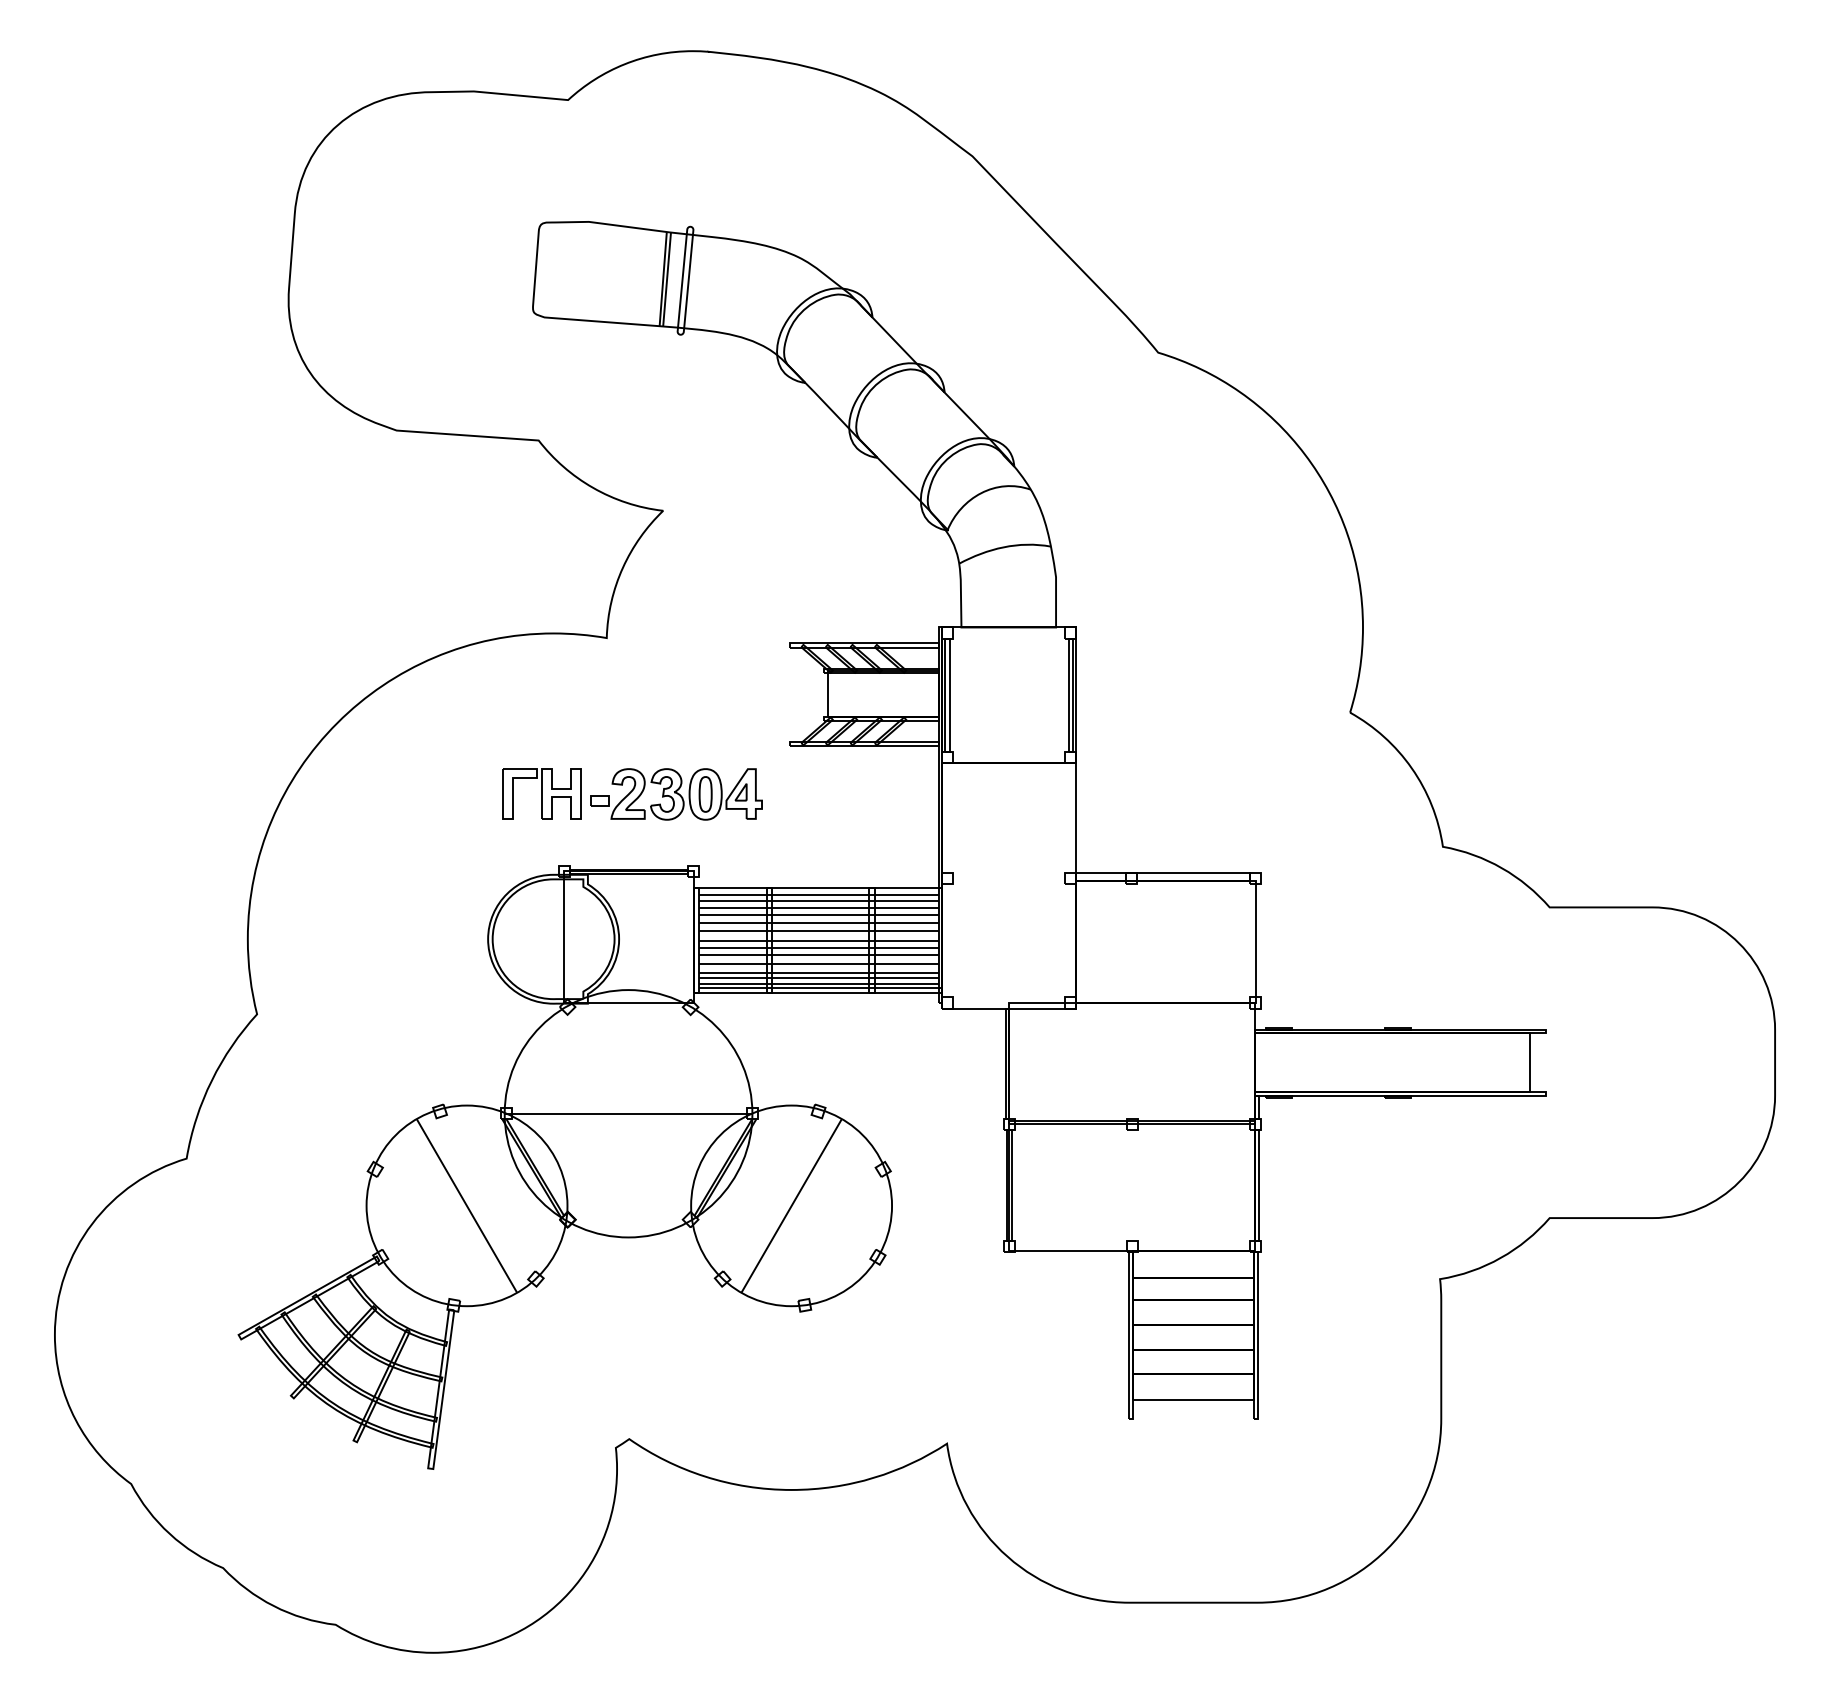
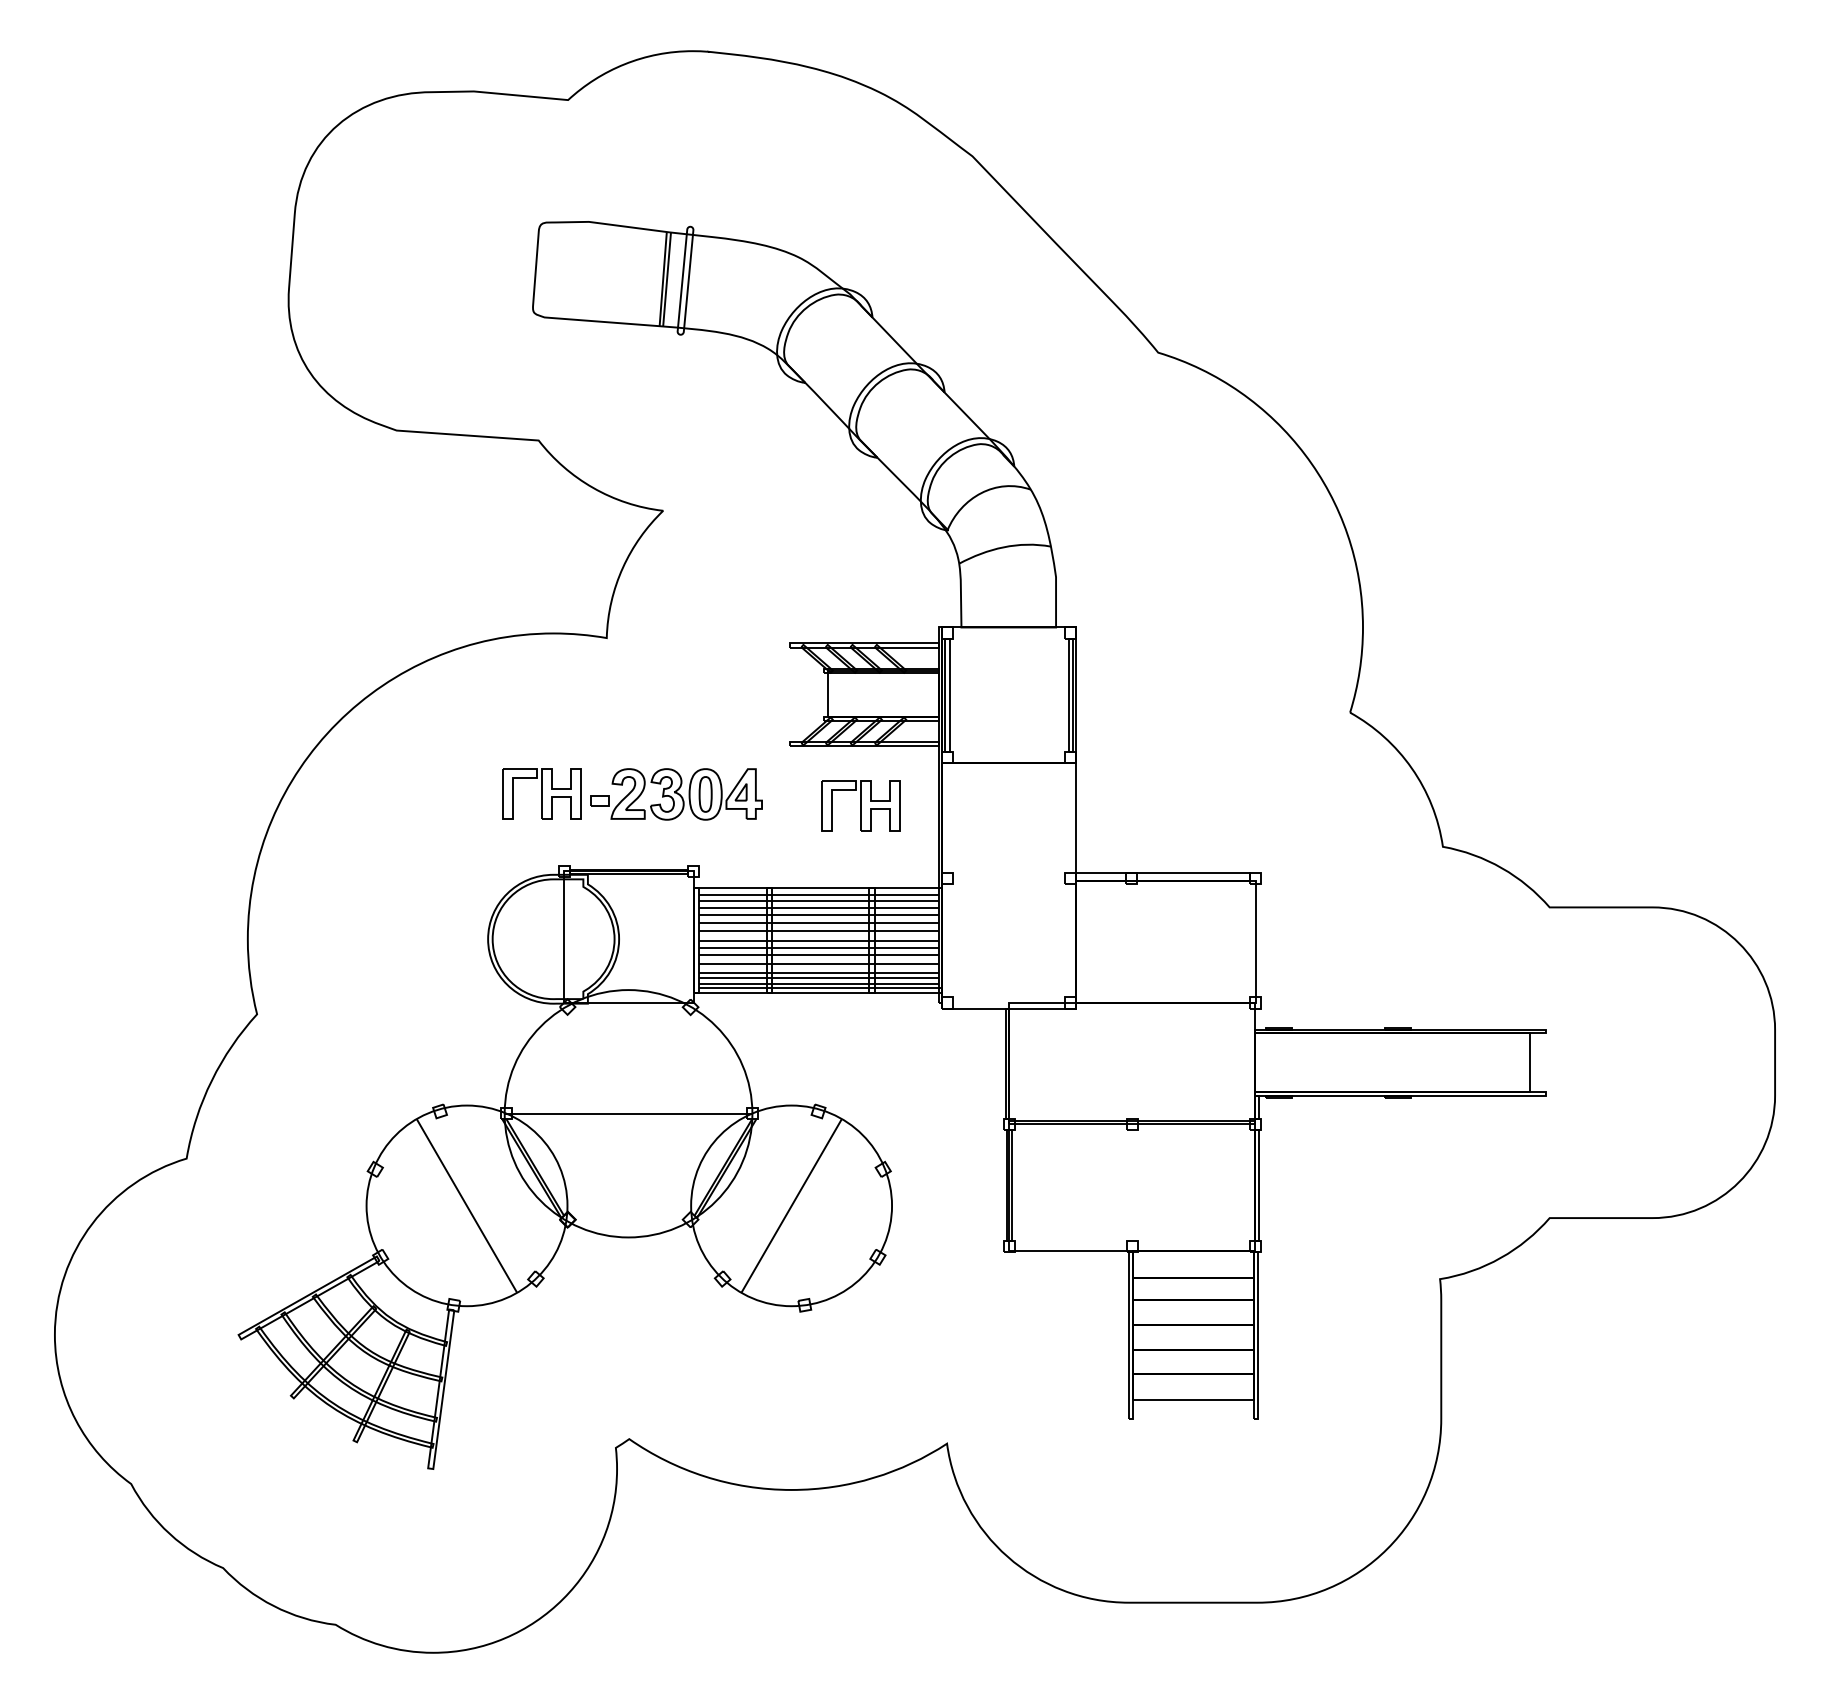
part at (860, 805): none -> present
